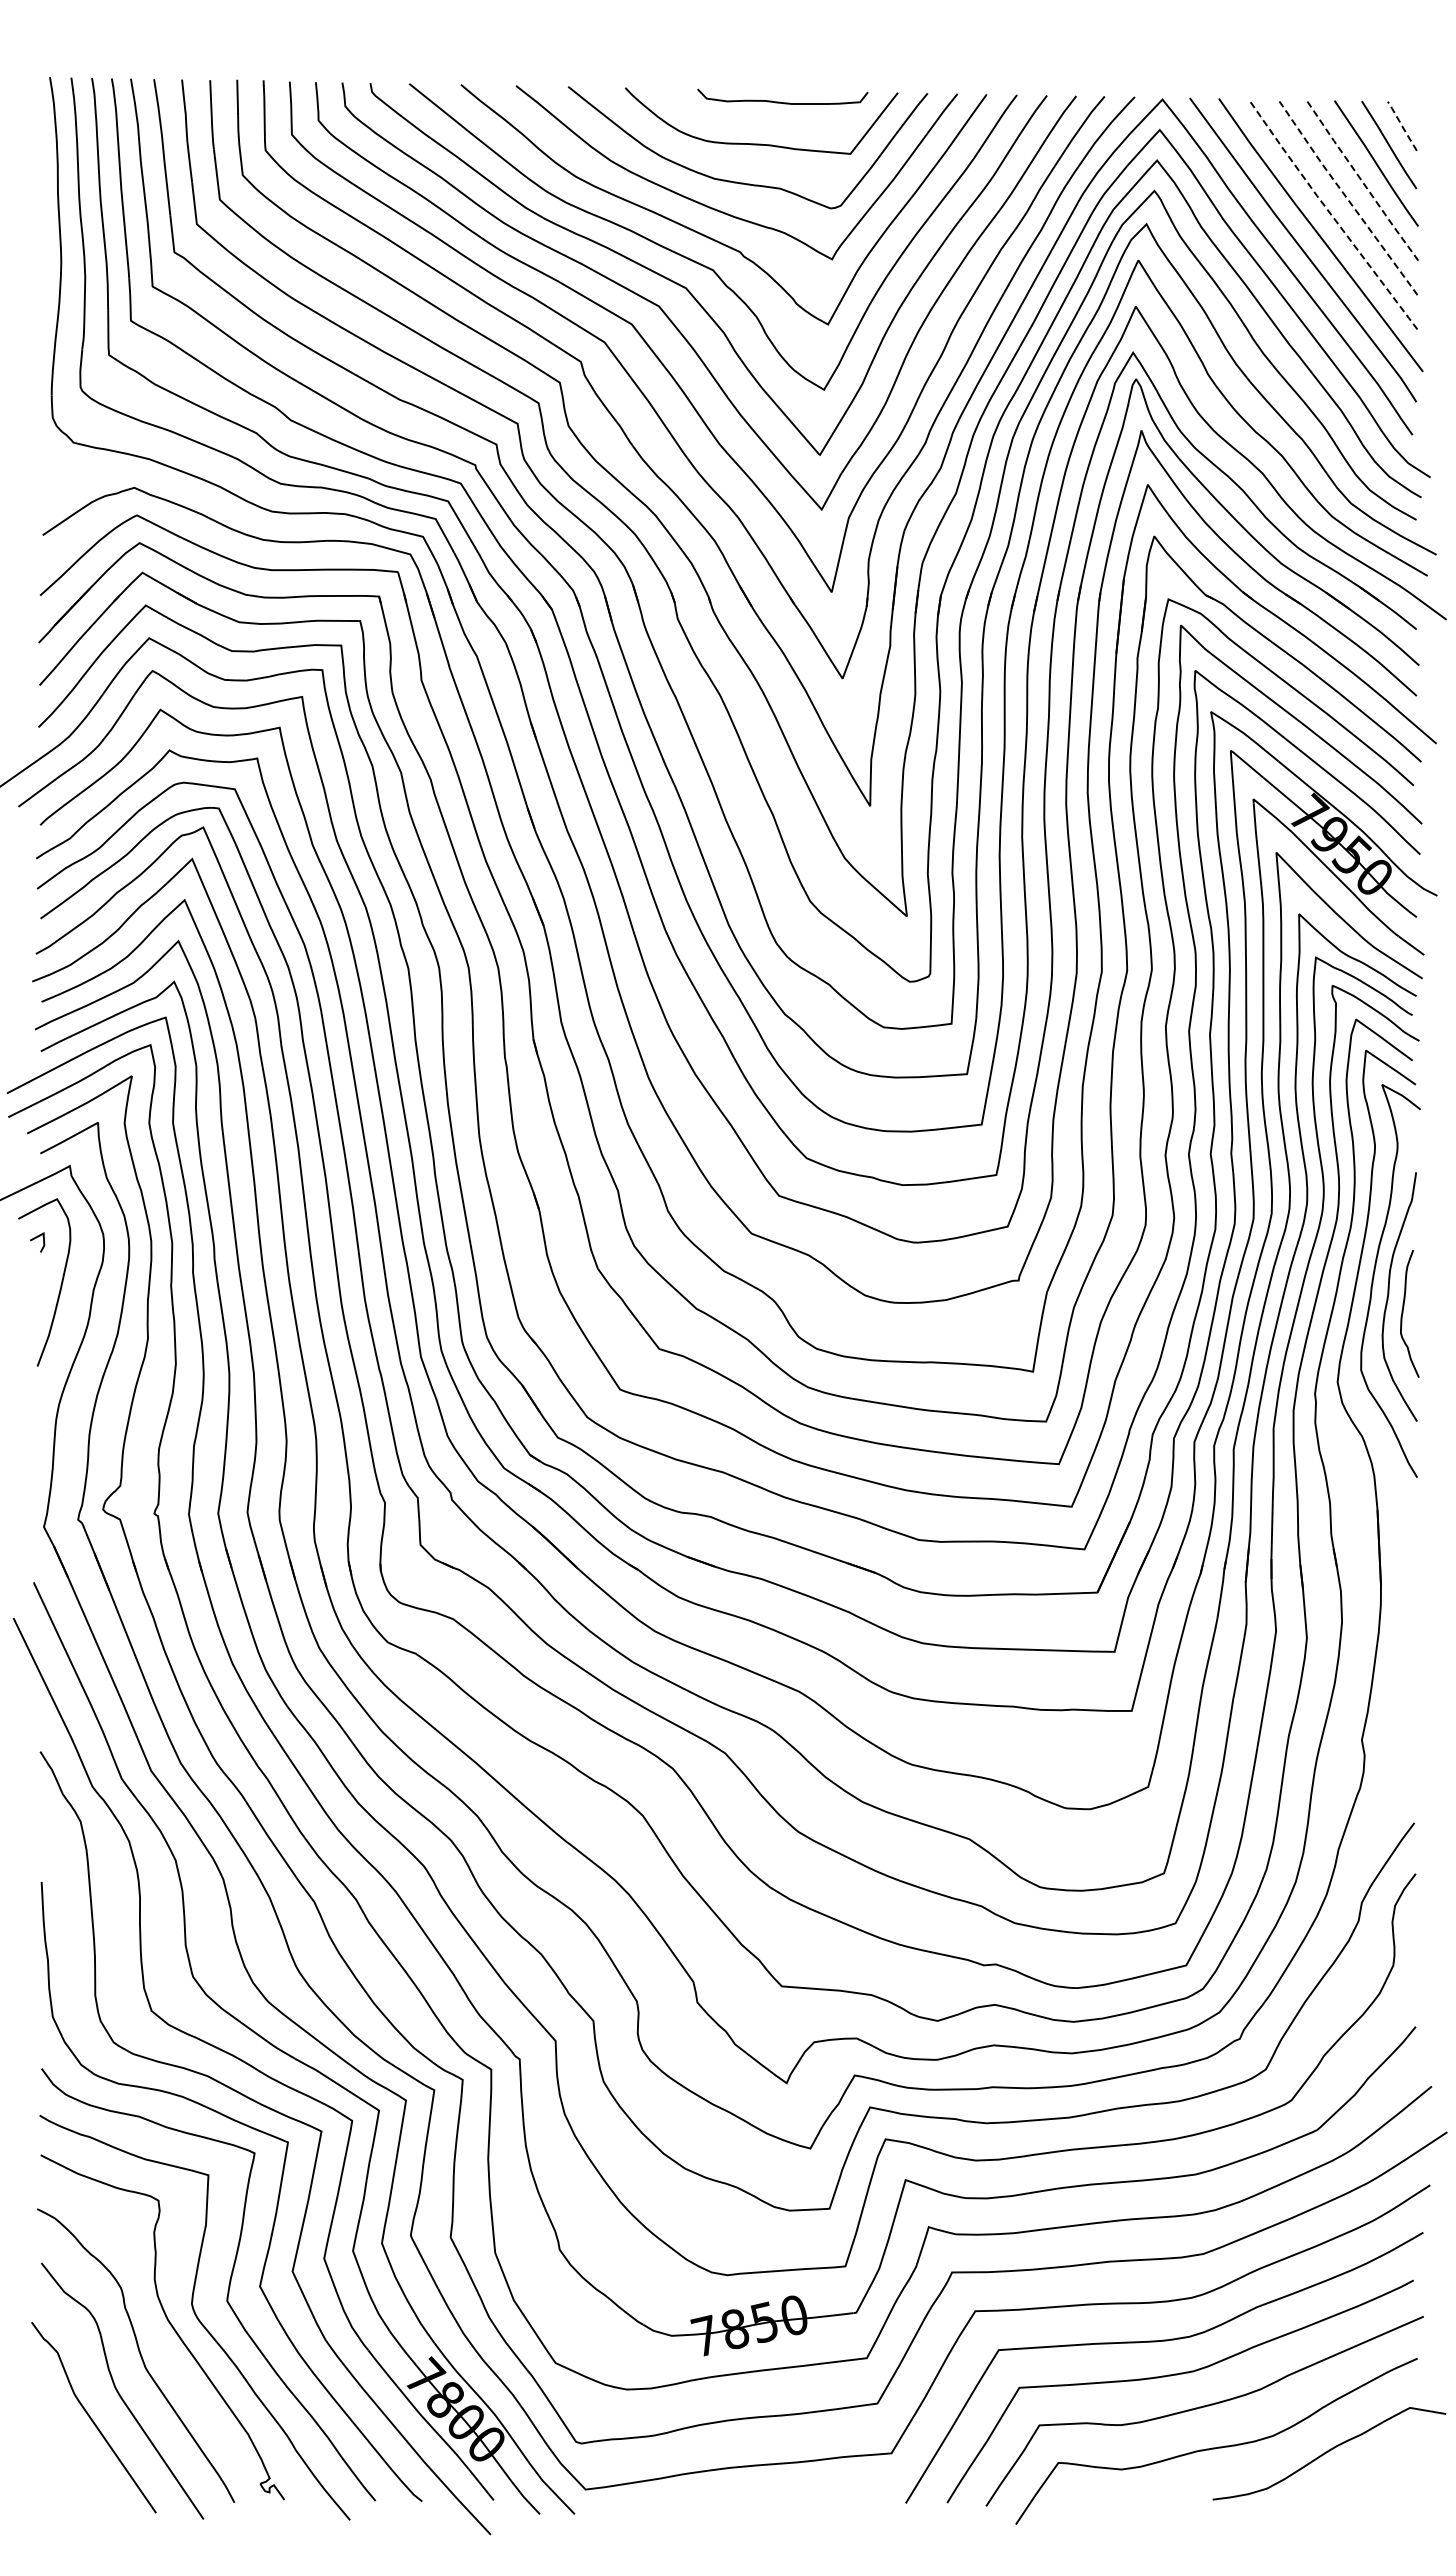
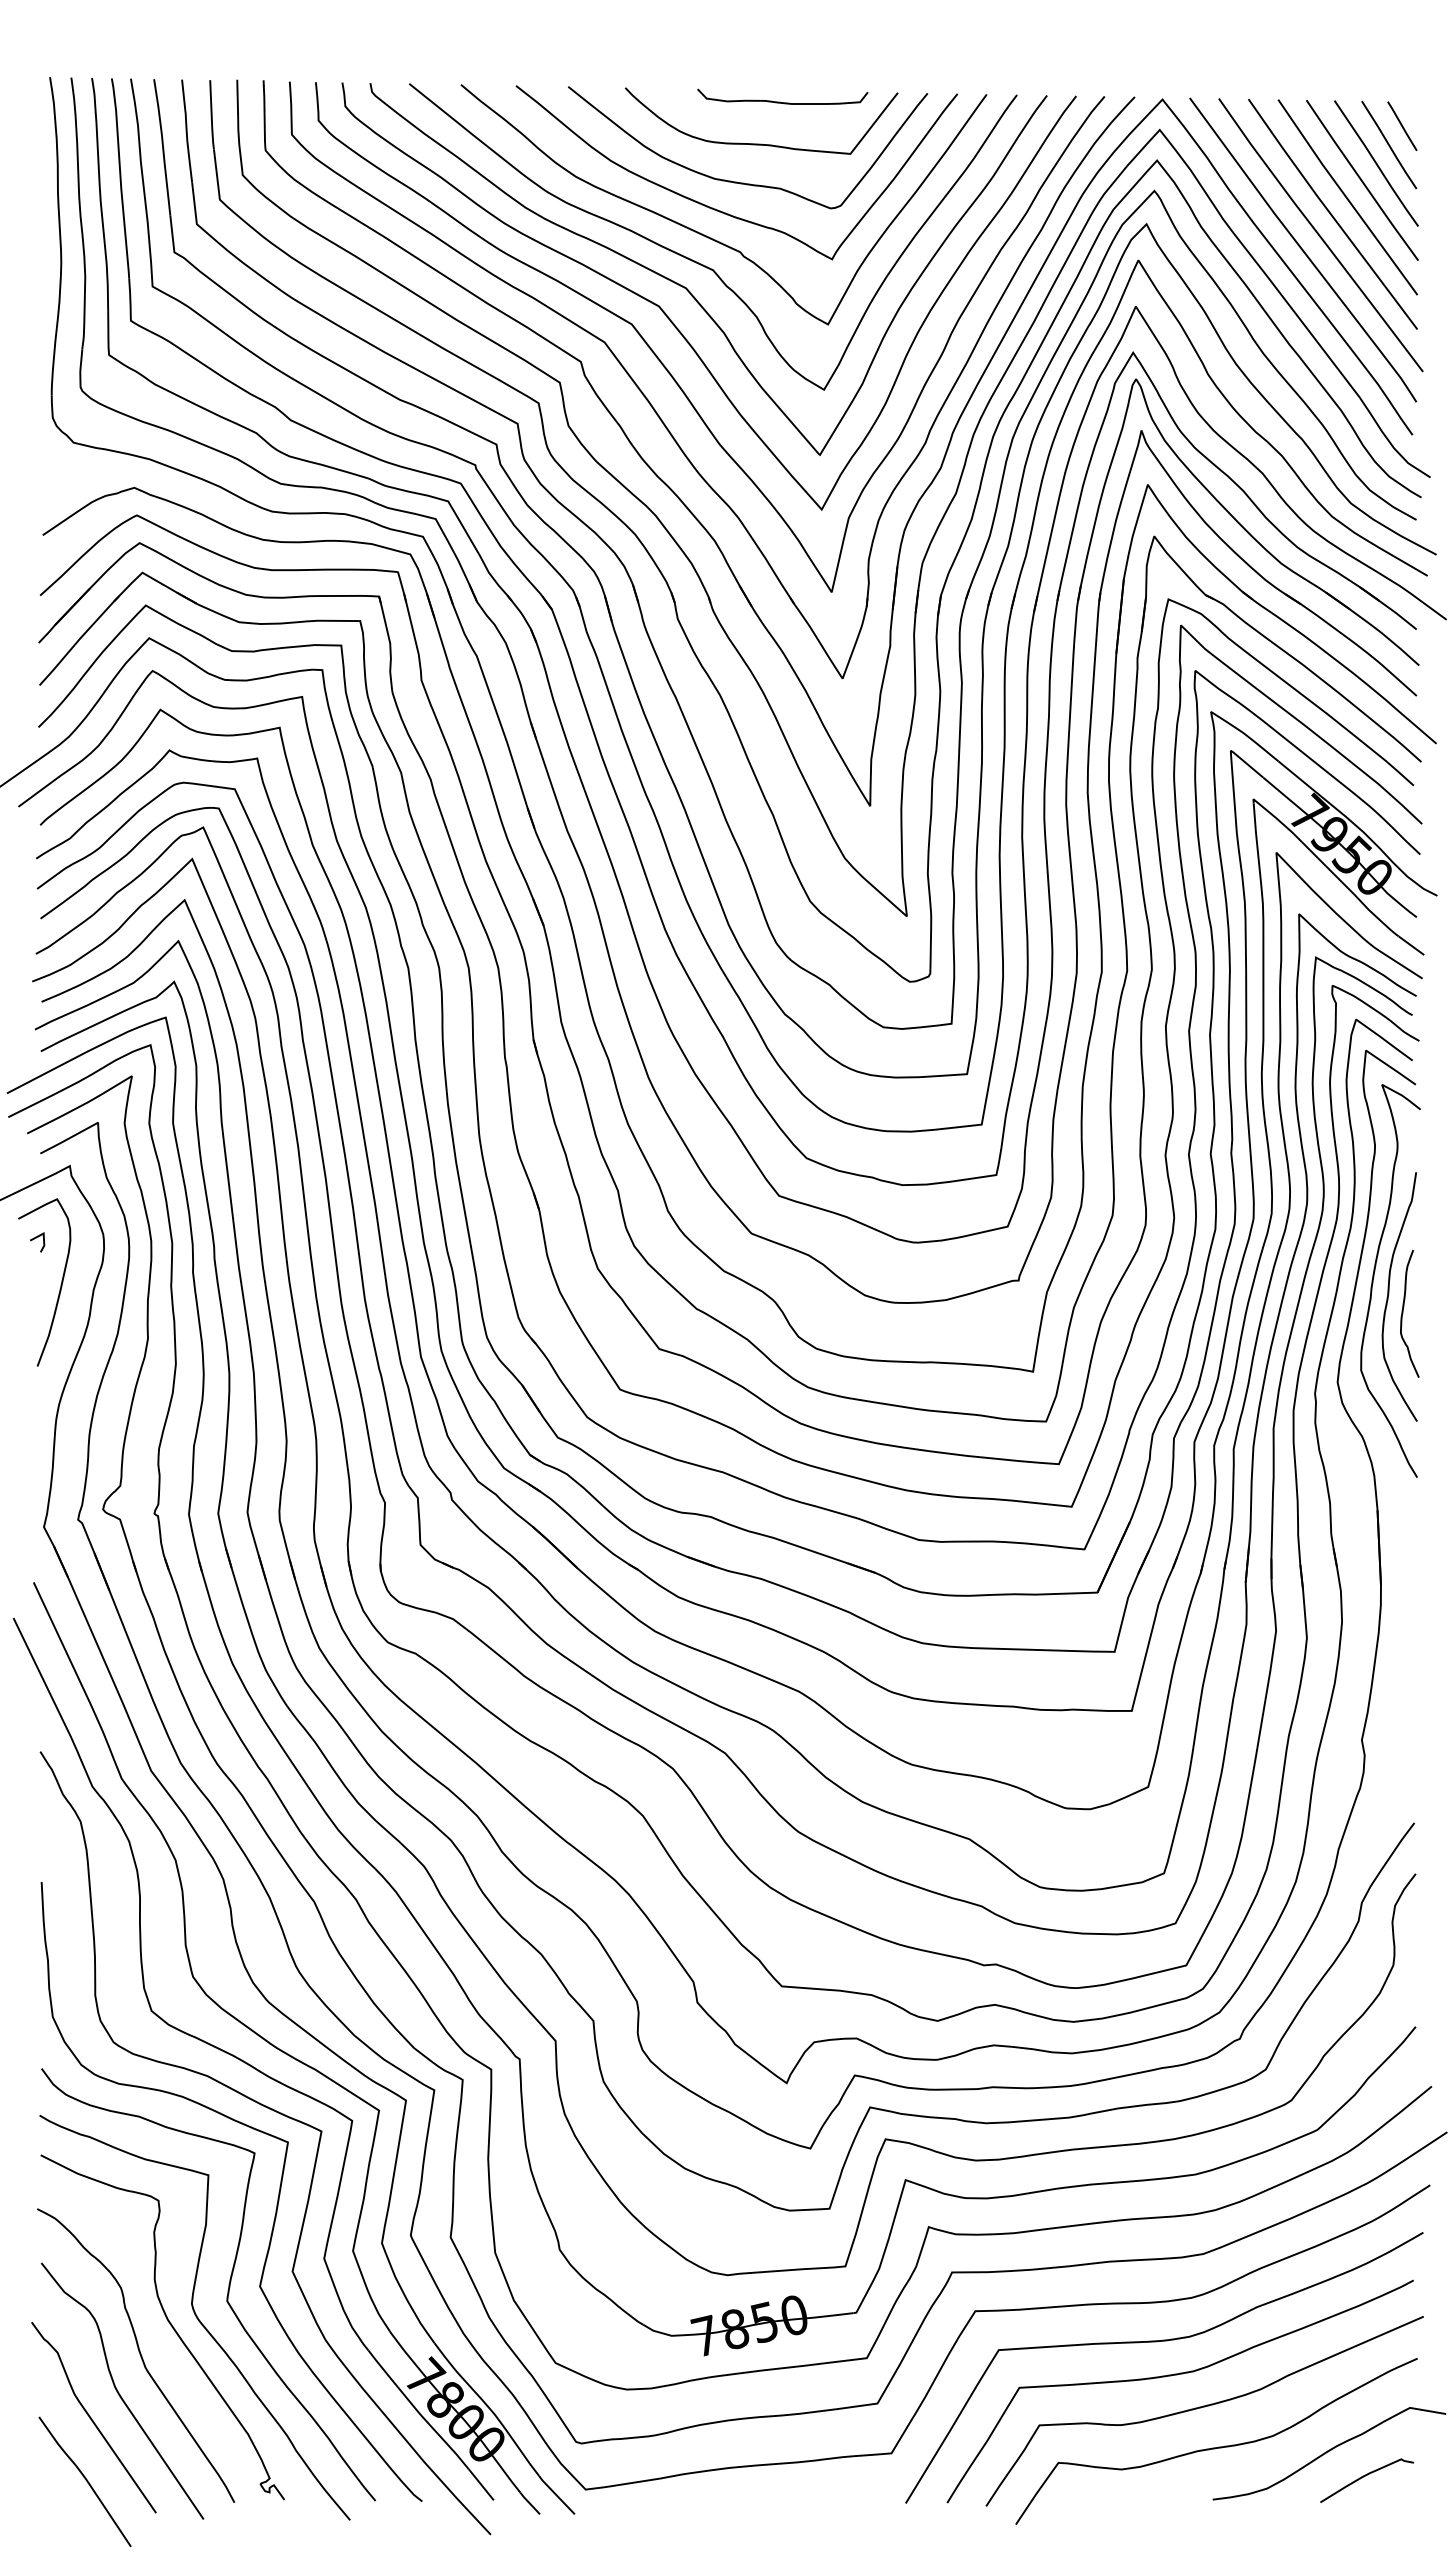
line at (1401, 125): dashed -> solid
line at (1361, 180): dashed -> solid
line at (1346, 197): dashed -> solid
line at (1330, 214): dashed -> solid
curve at (1365, 2476): none -> present
curve at (85, 2480): none -> present
